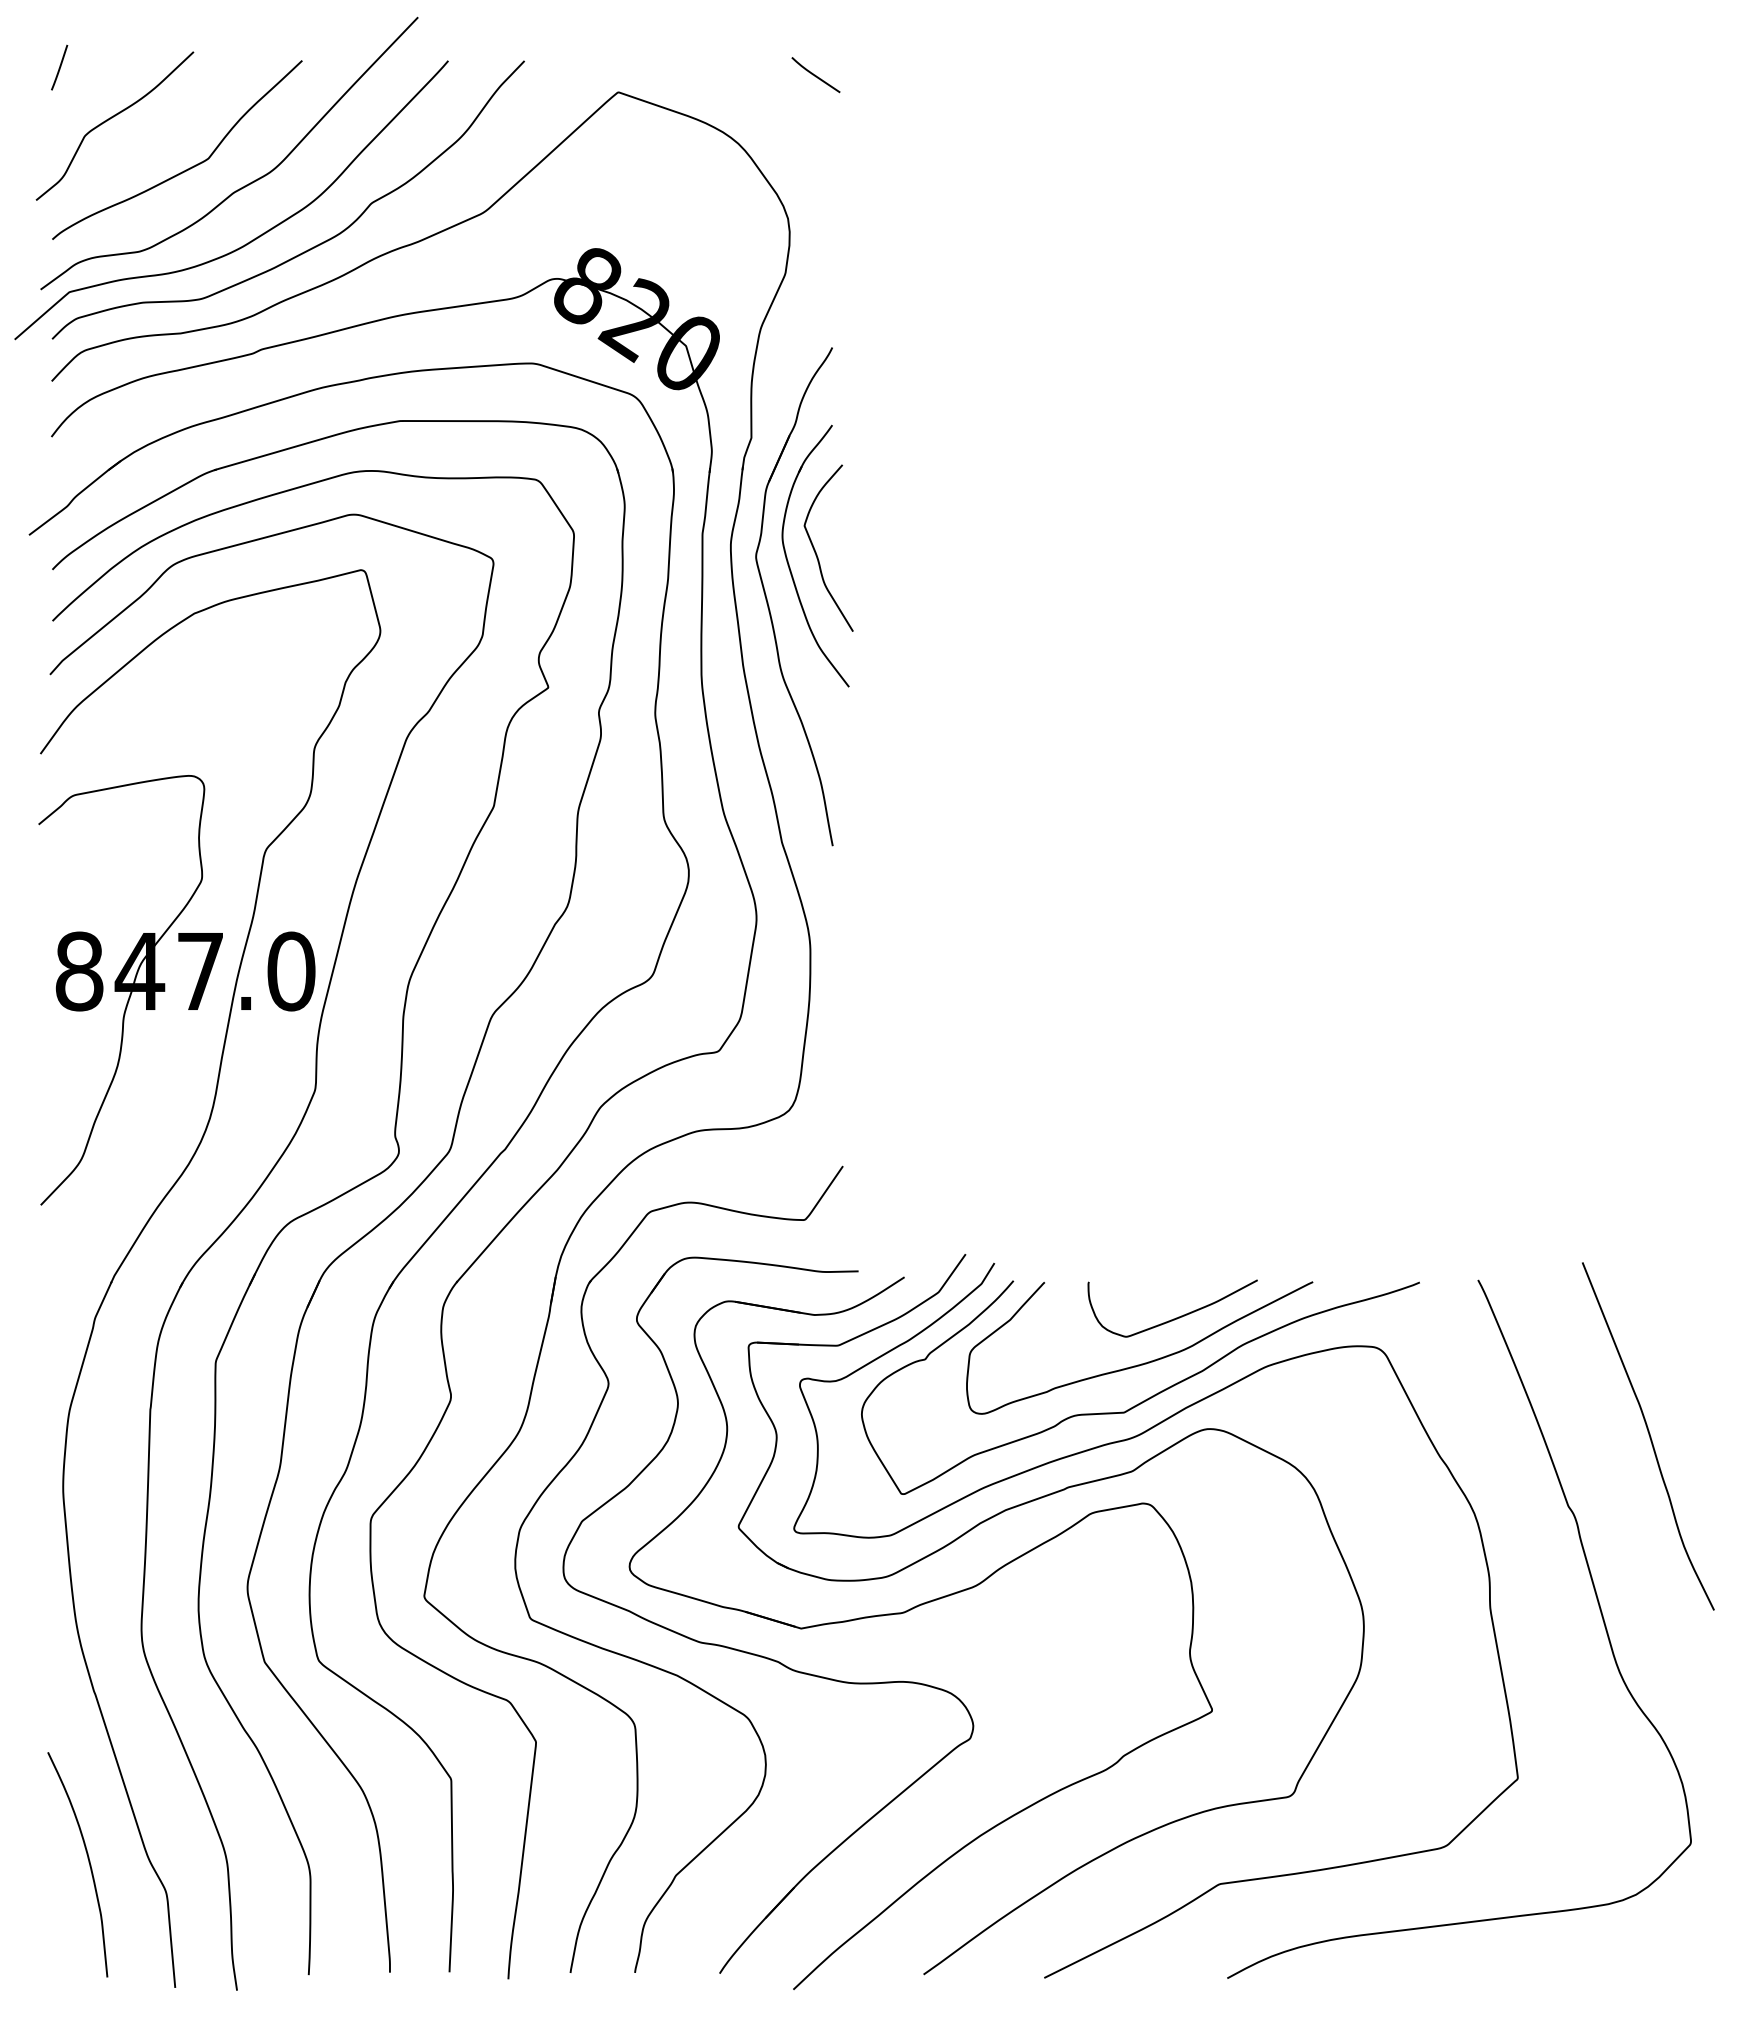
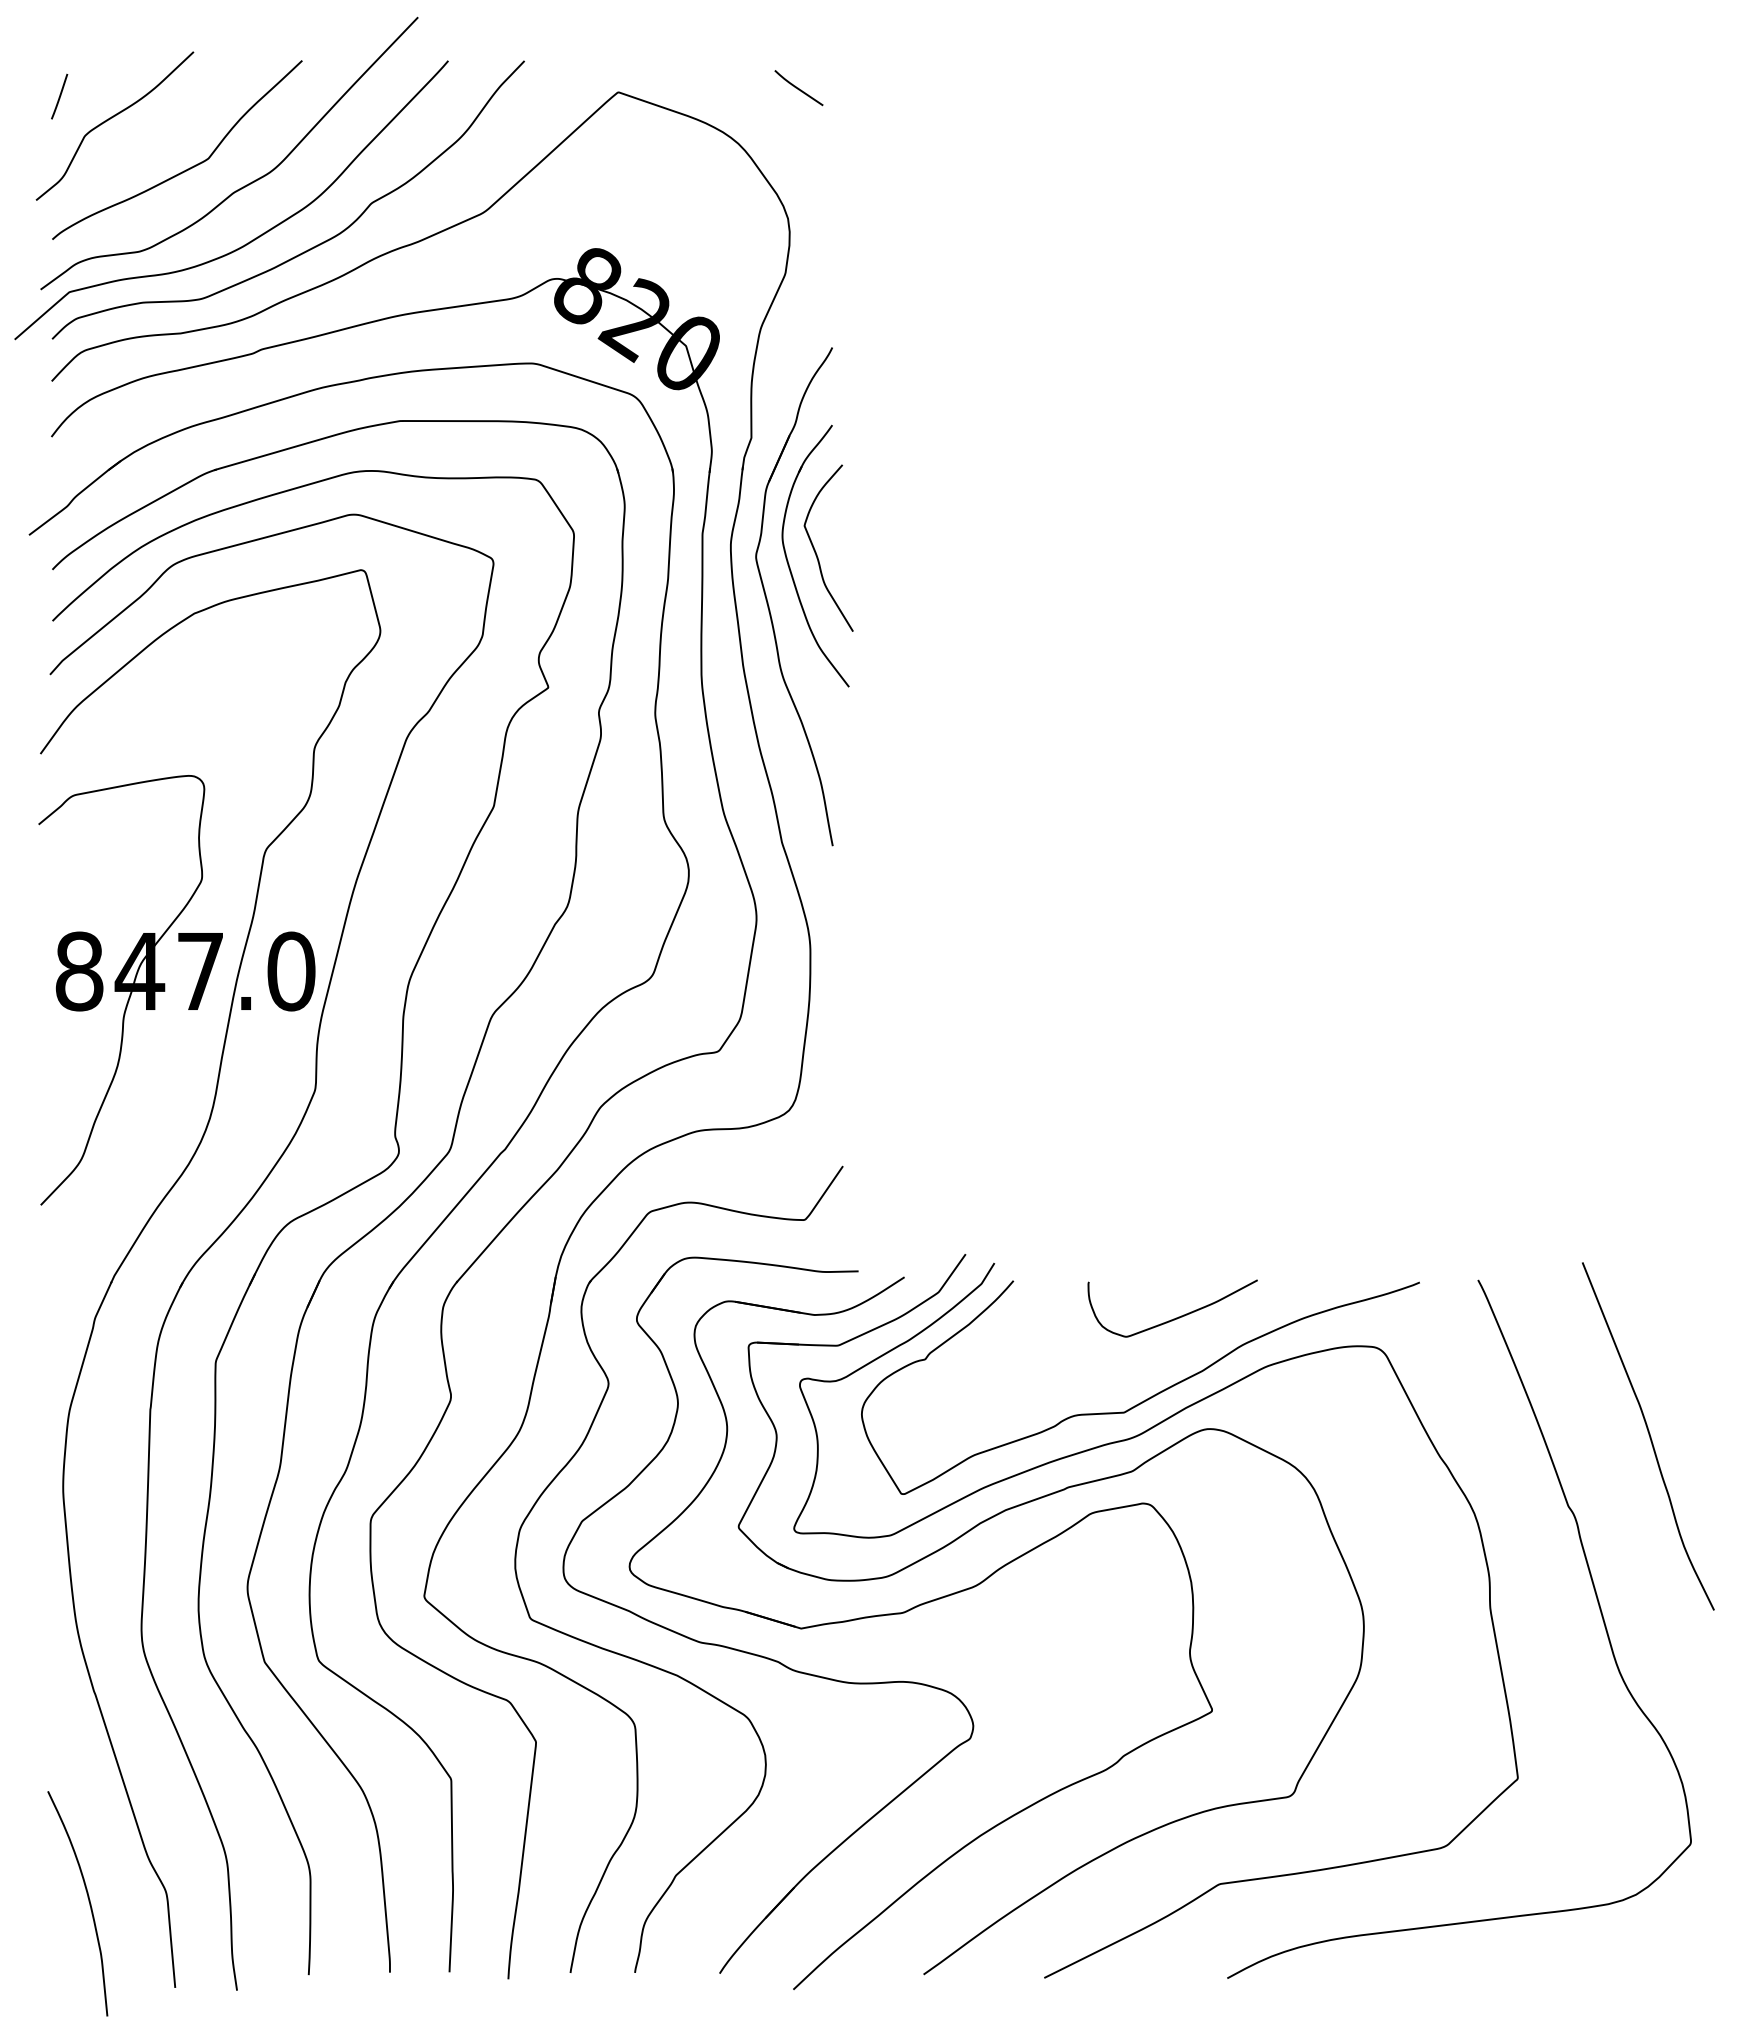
line at (59, 67) position: (59, 67) -> (59, 96)
curve at (815, 75) position: (815, 75) -> (798, 88)
curve at (1144, 1362): present -> none
curve at (88, 1862) position: (88, 1862) -> (88, 1901)
